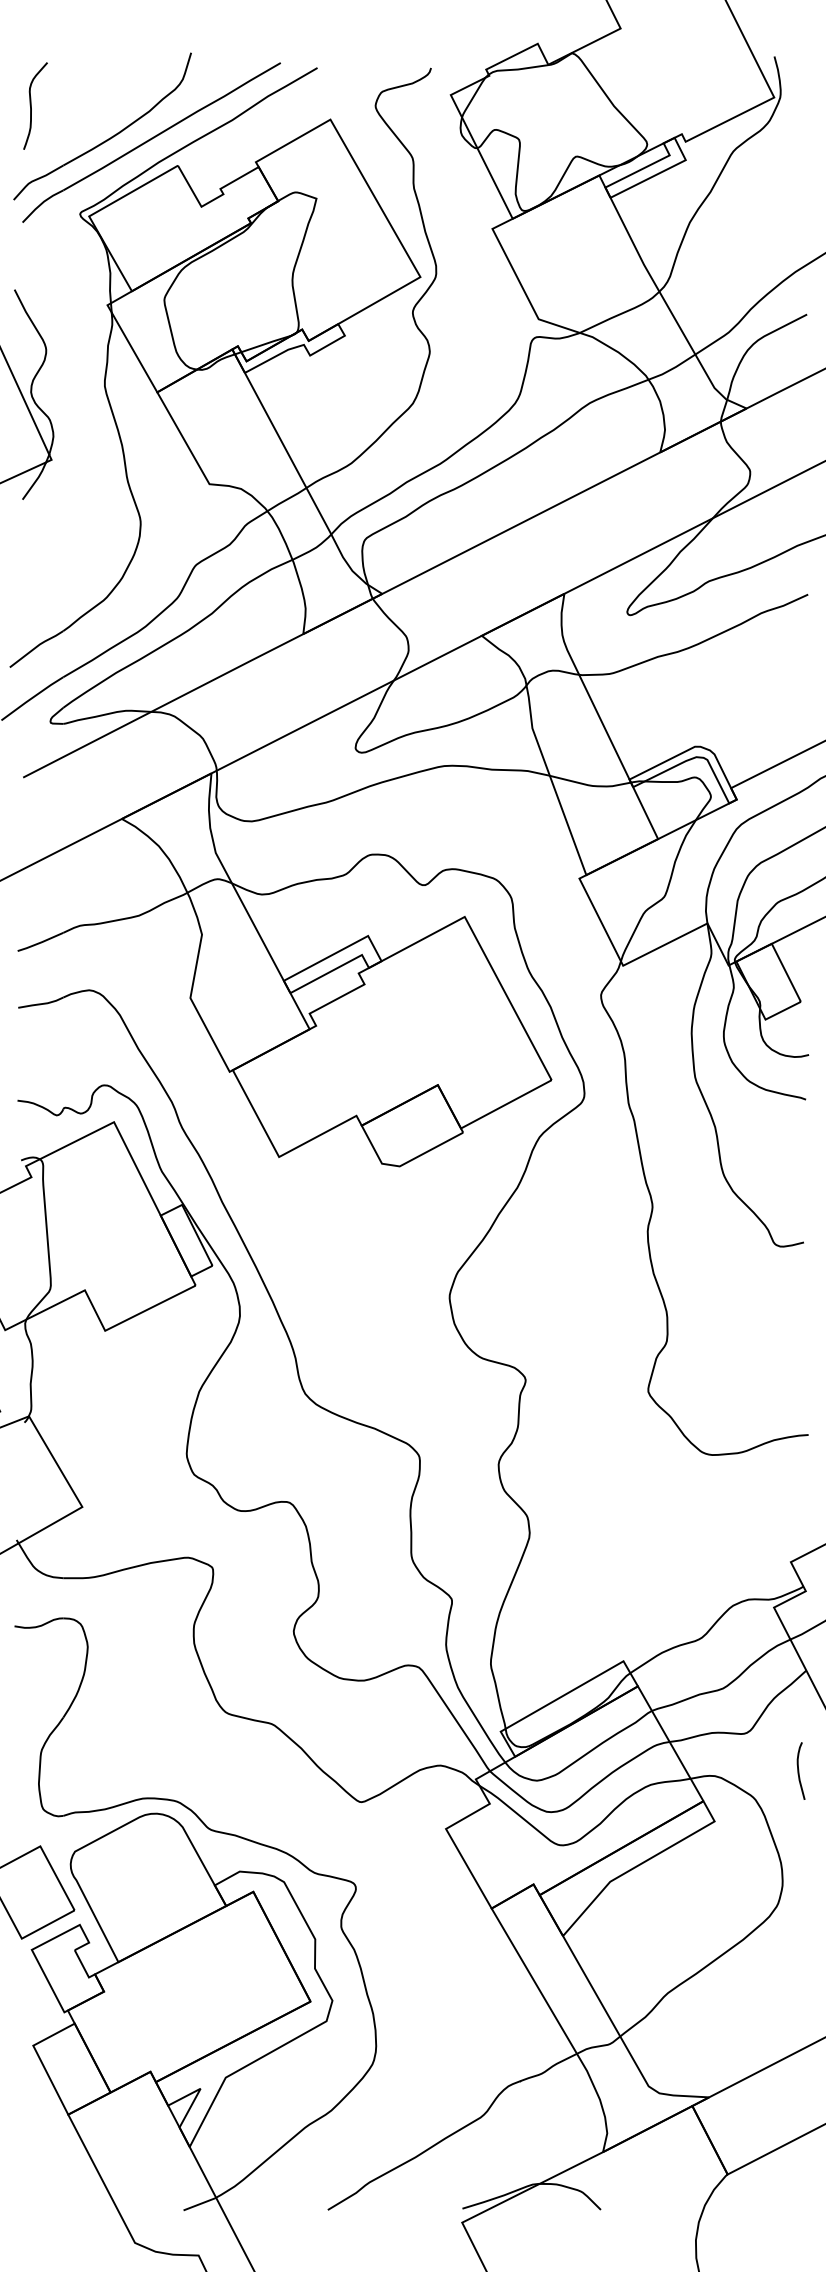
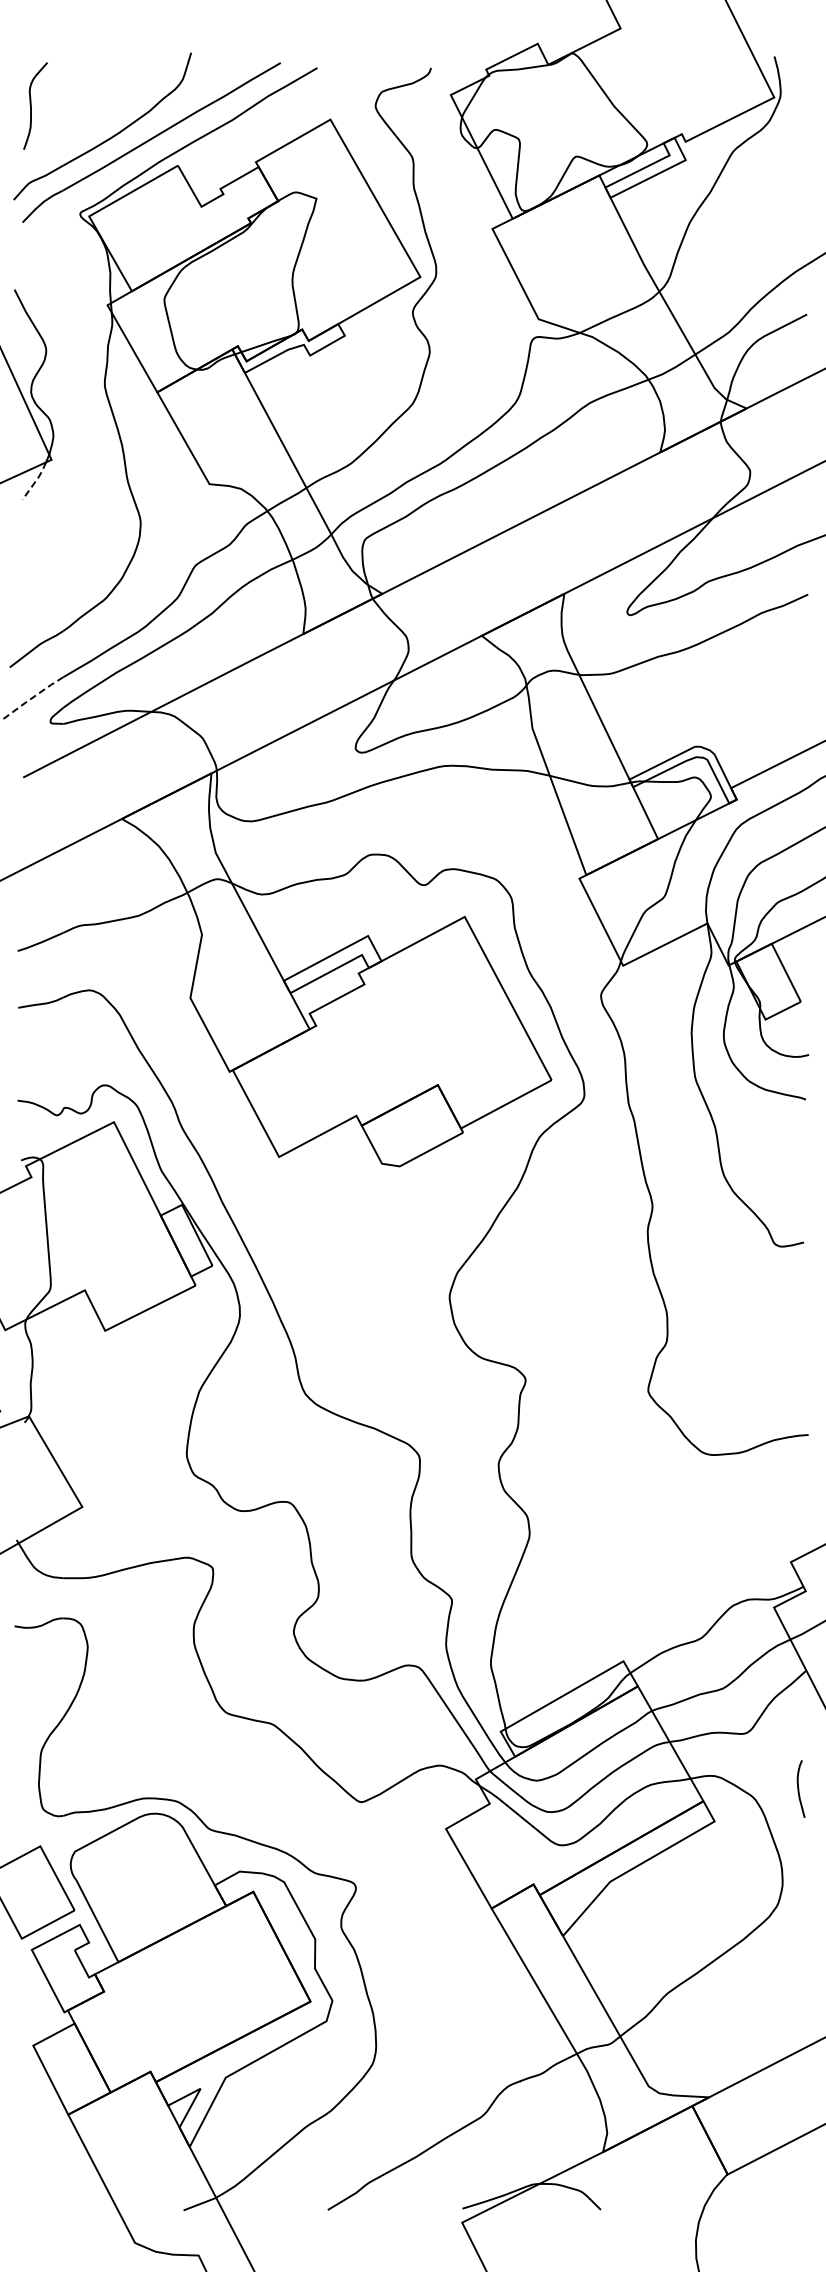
line at (36, 480): solid -> dashed
line at (31, 698): solid -> dashed
curve at (799, 1770) position: (799, 1770) -> (799, 1788)
